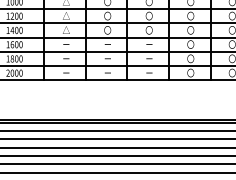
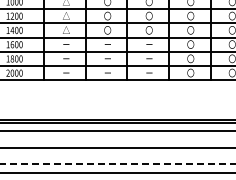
line at (117, 139): present -> none
line at (117, 155): present -> none
line at (117, 164): solid -> dashed
